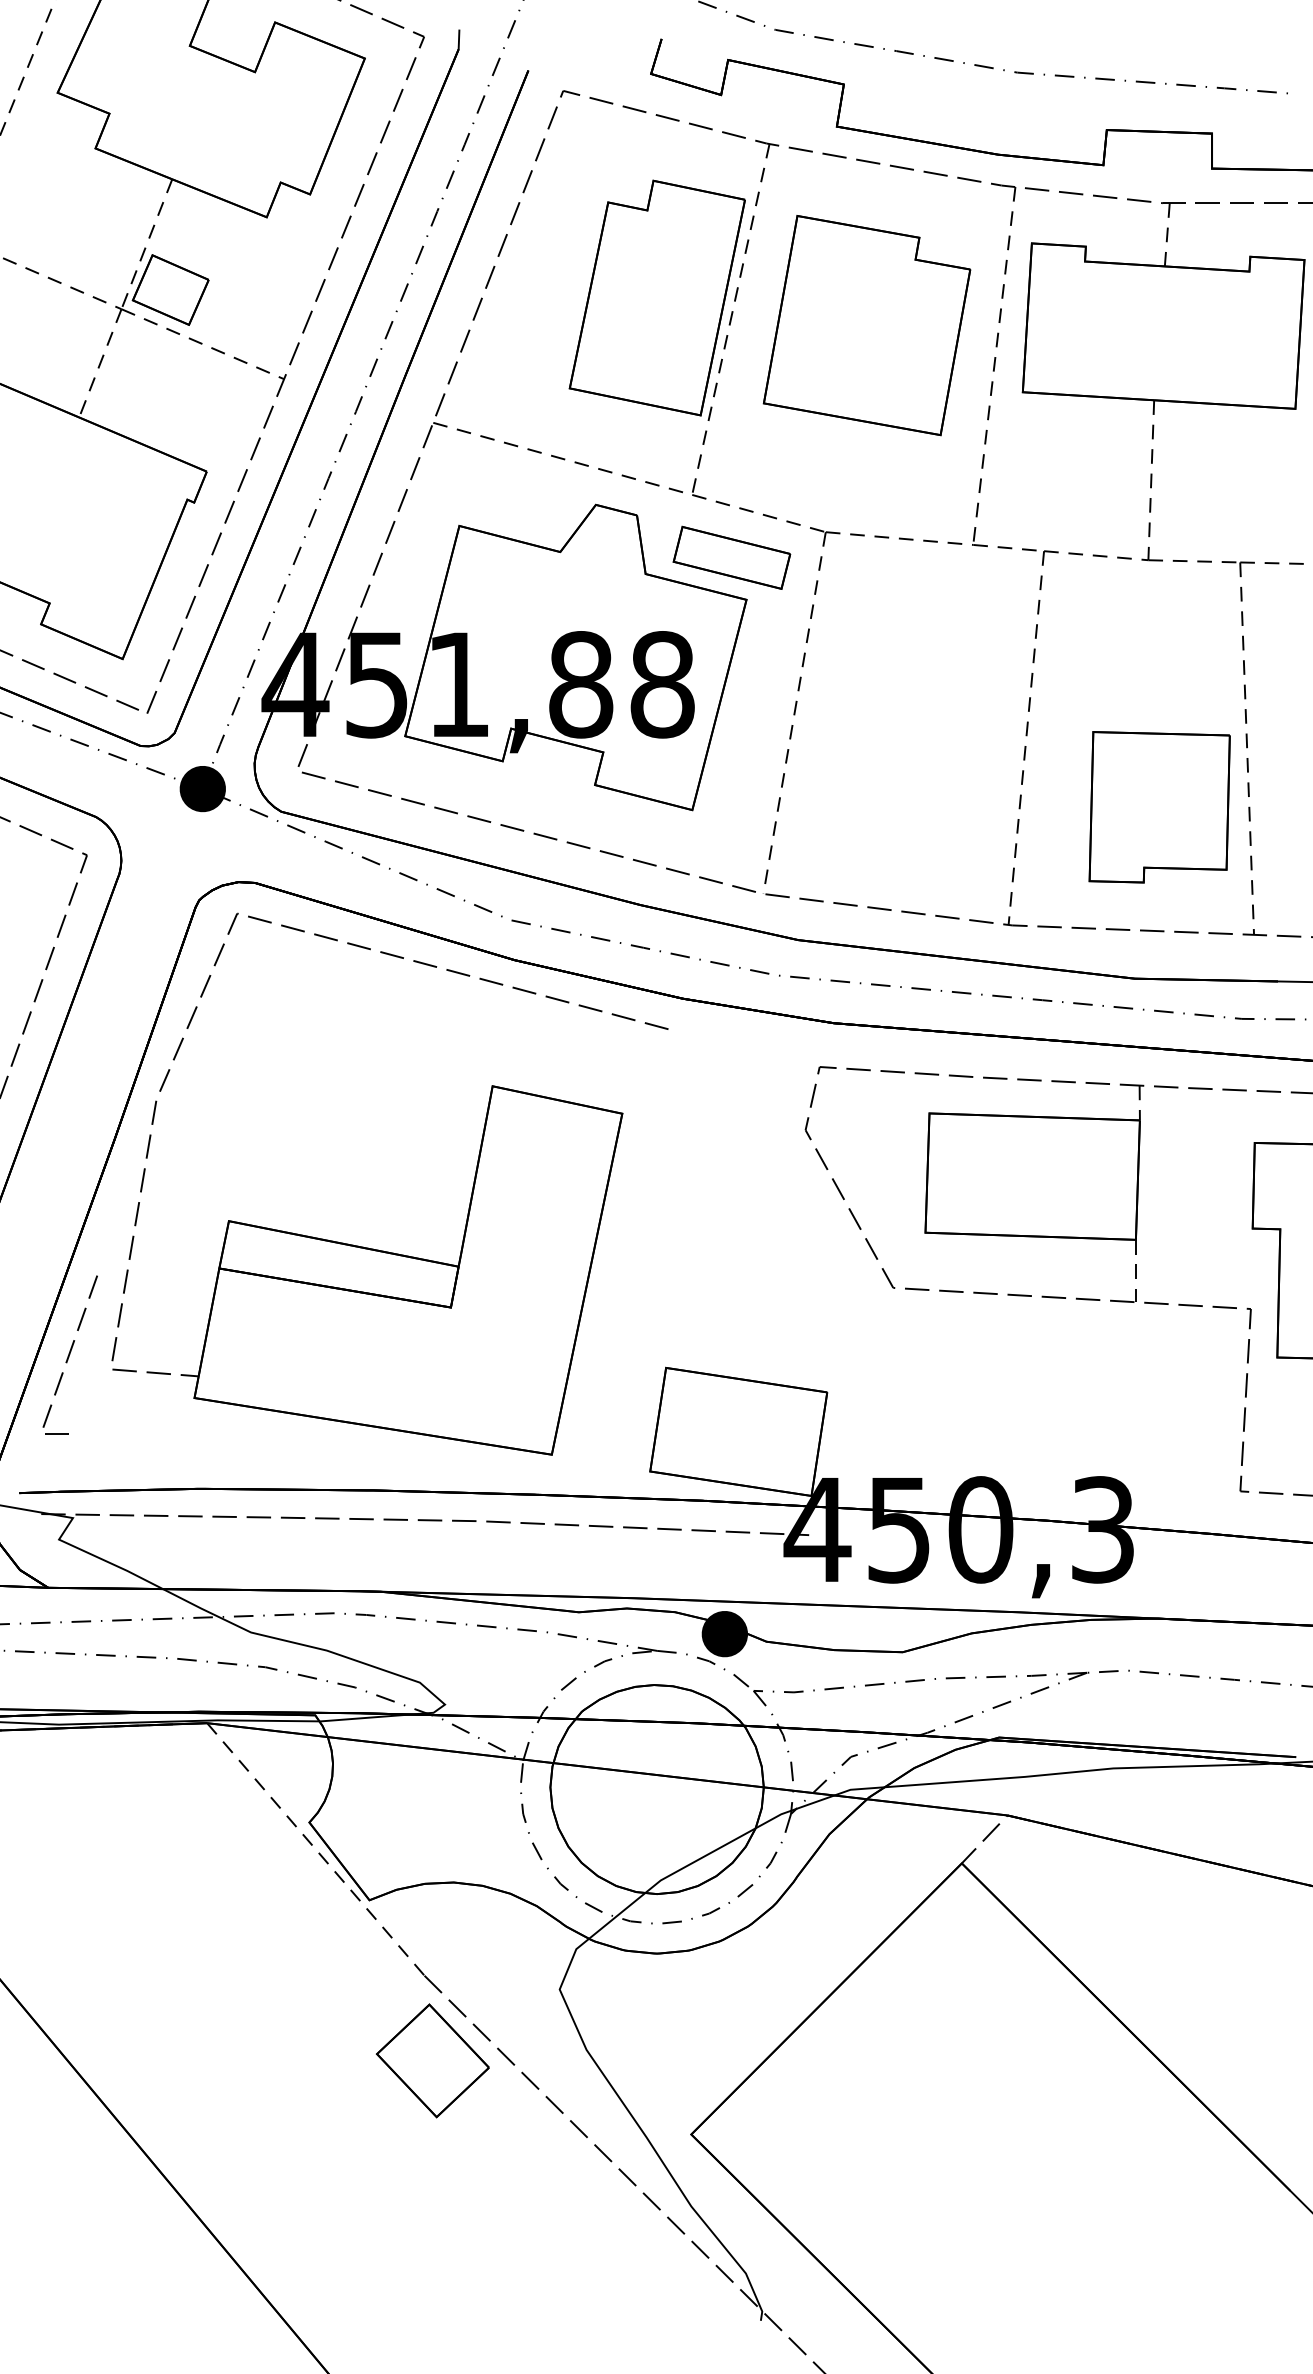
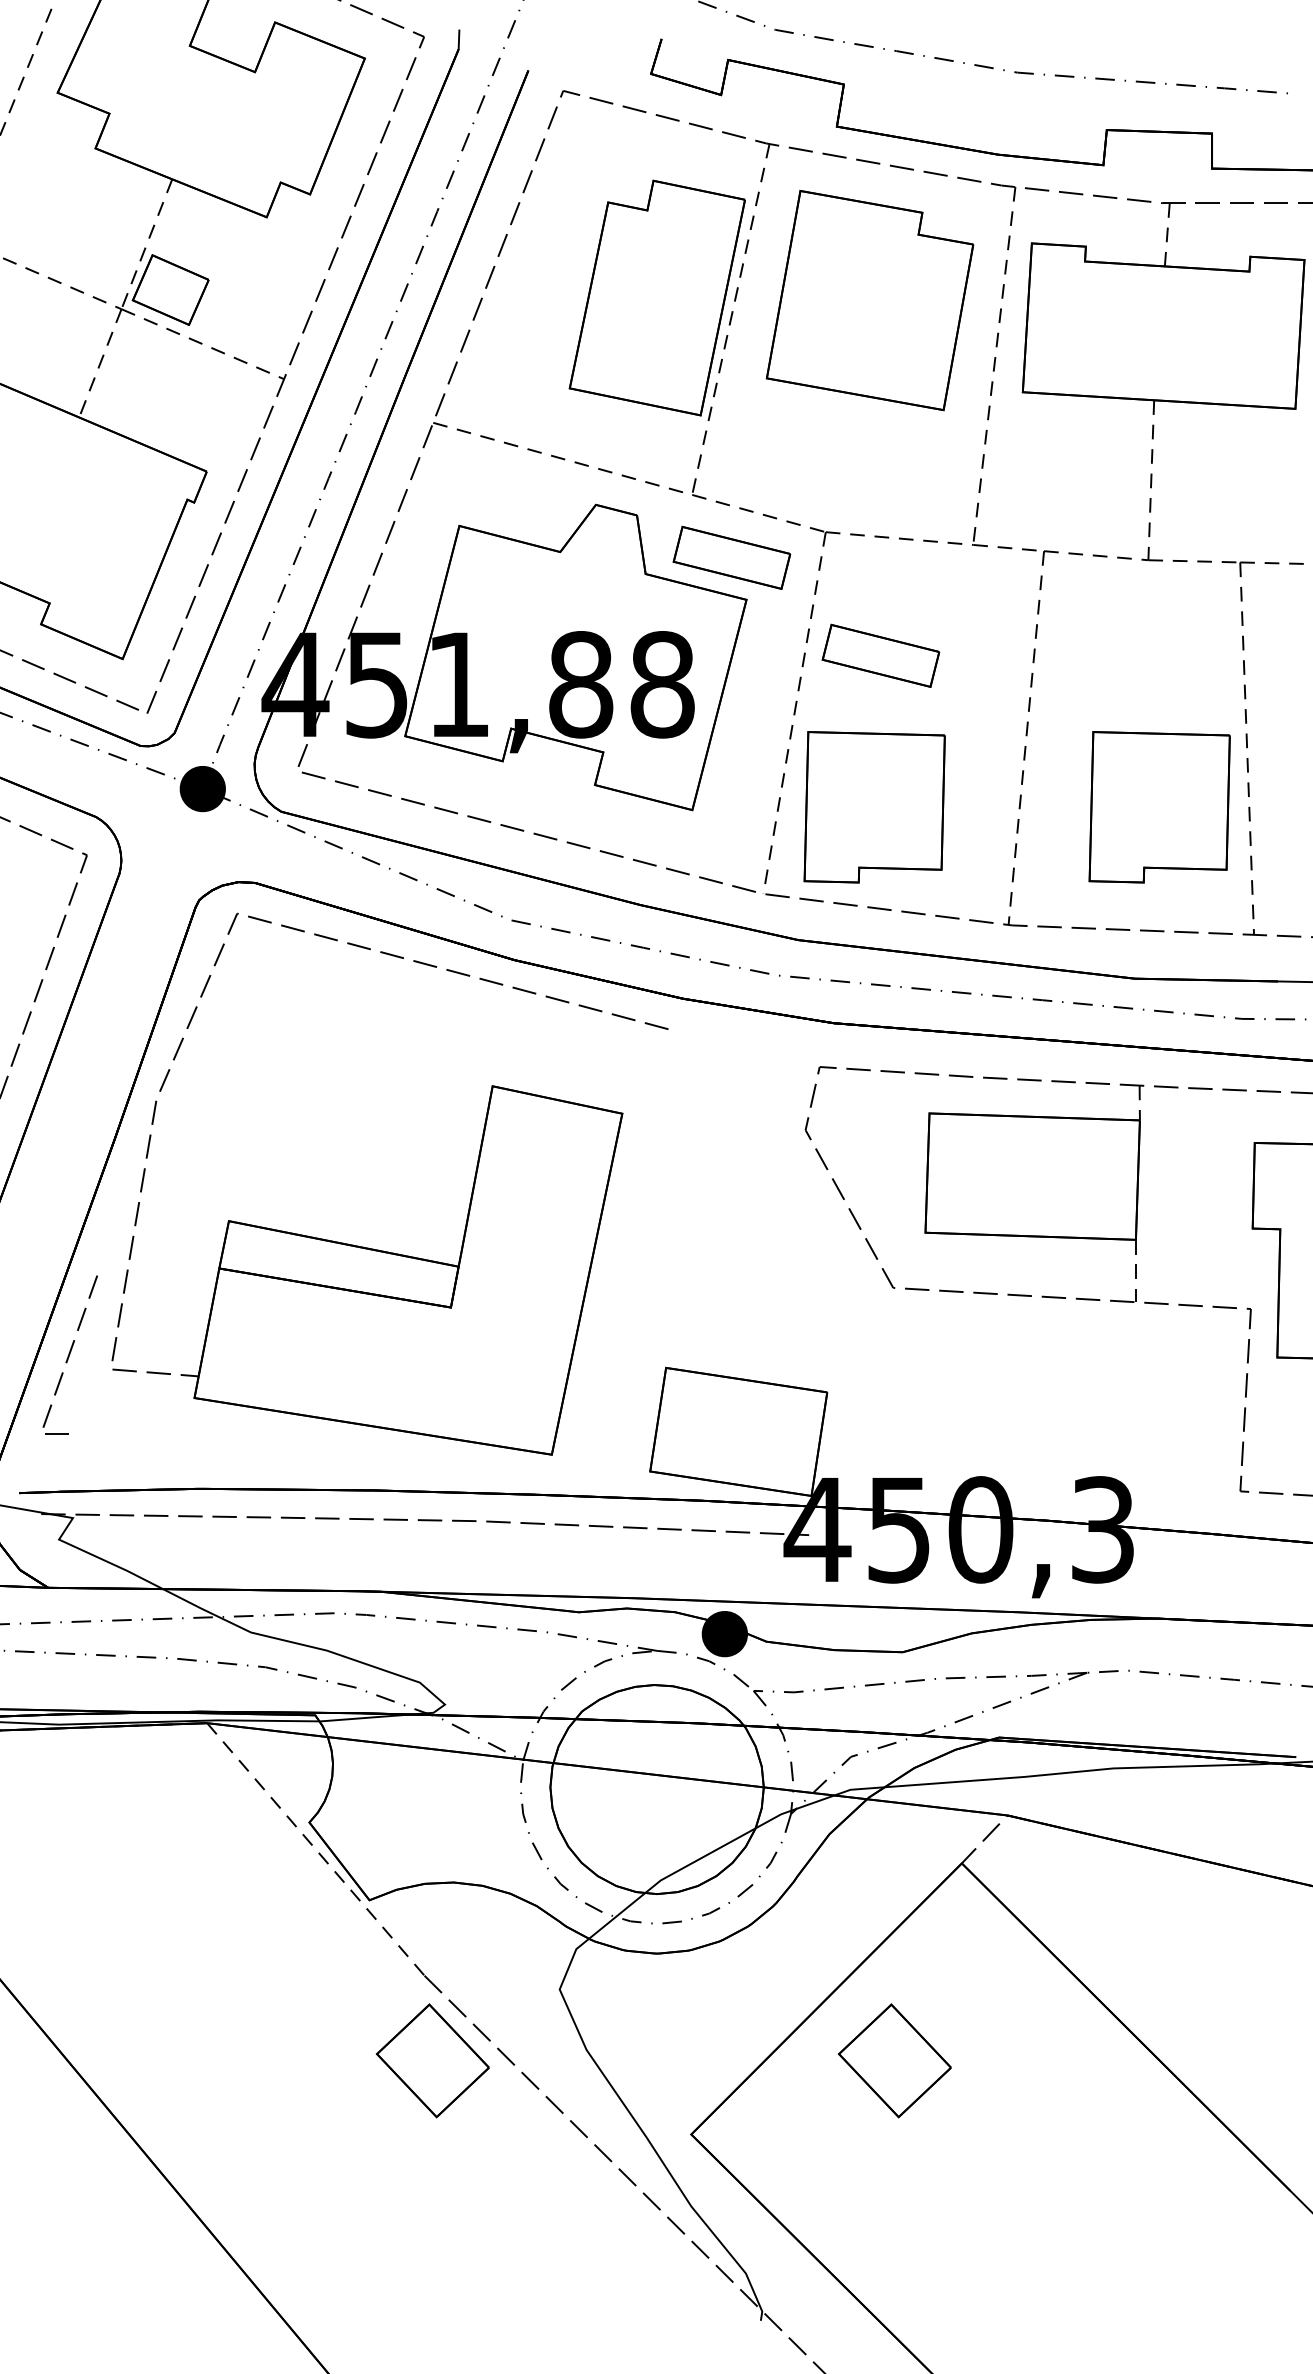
part at (866, 325) position: (866, 325) -> (869, 300)
part at (880, 655): none -> present
part at (874, 807): none -> present
part at (894, 2060): none -> present
